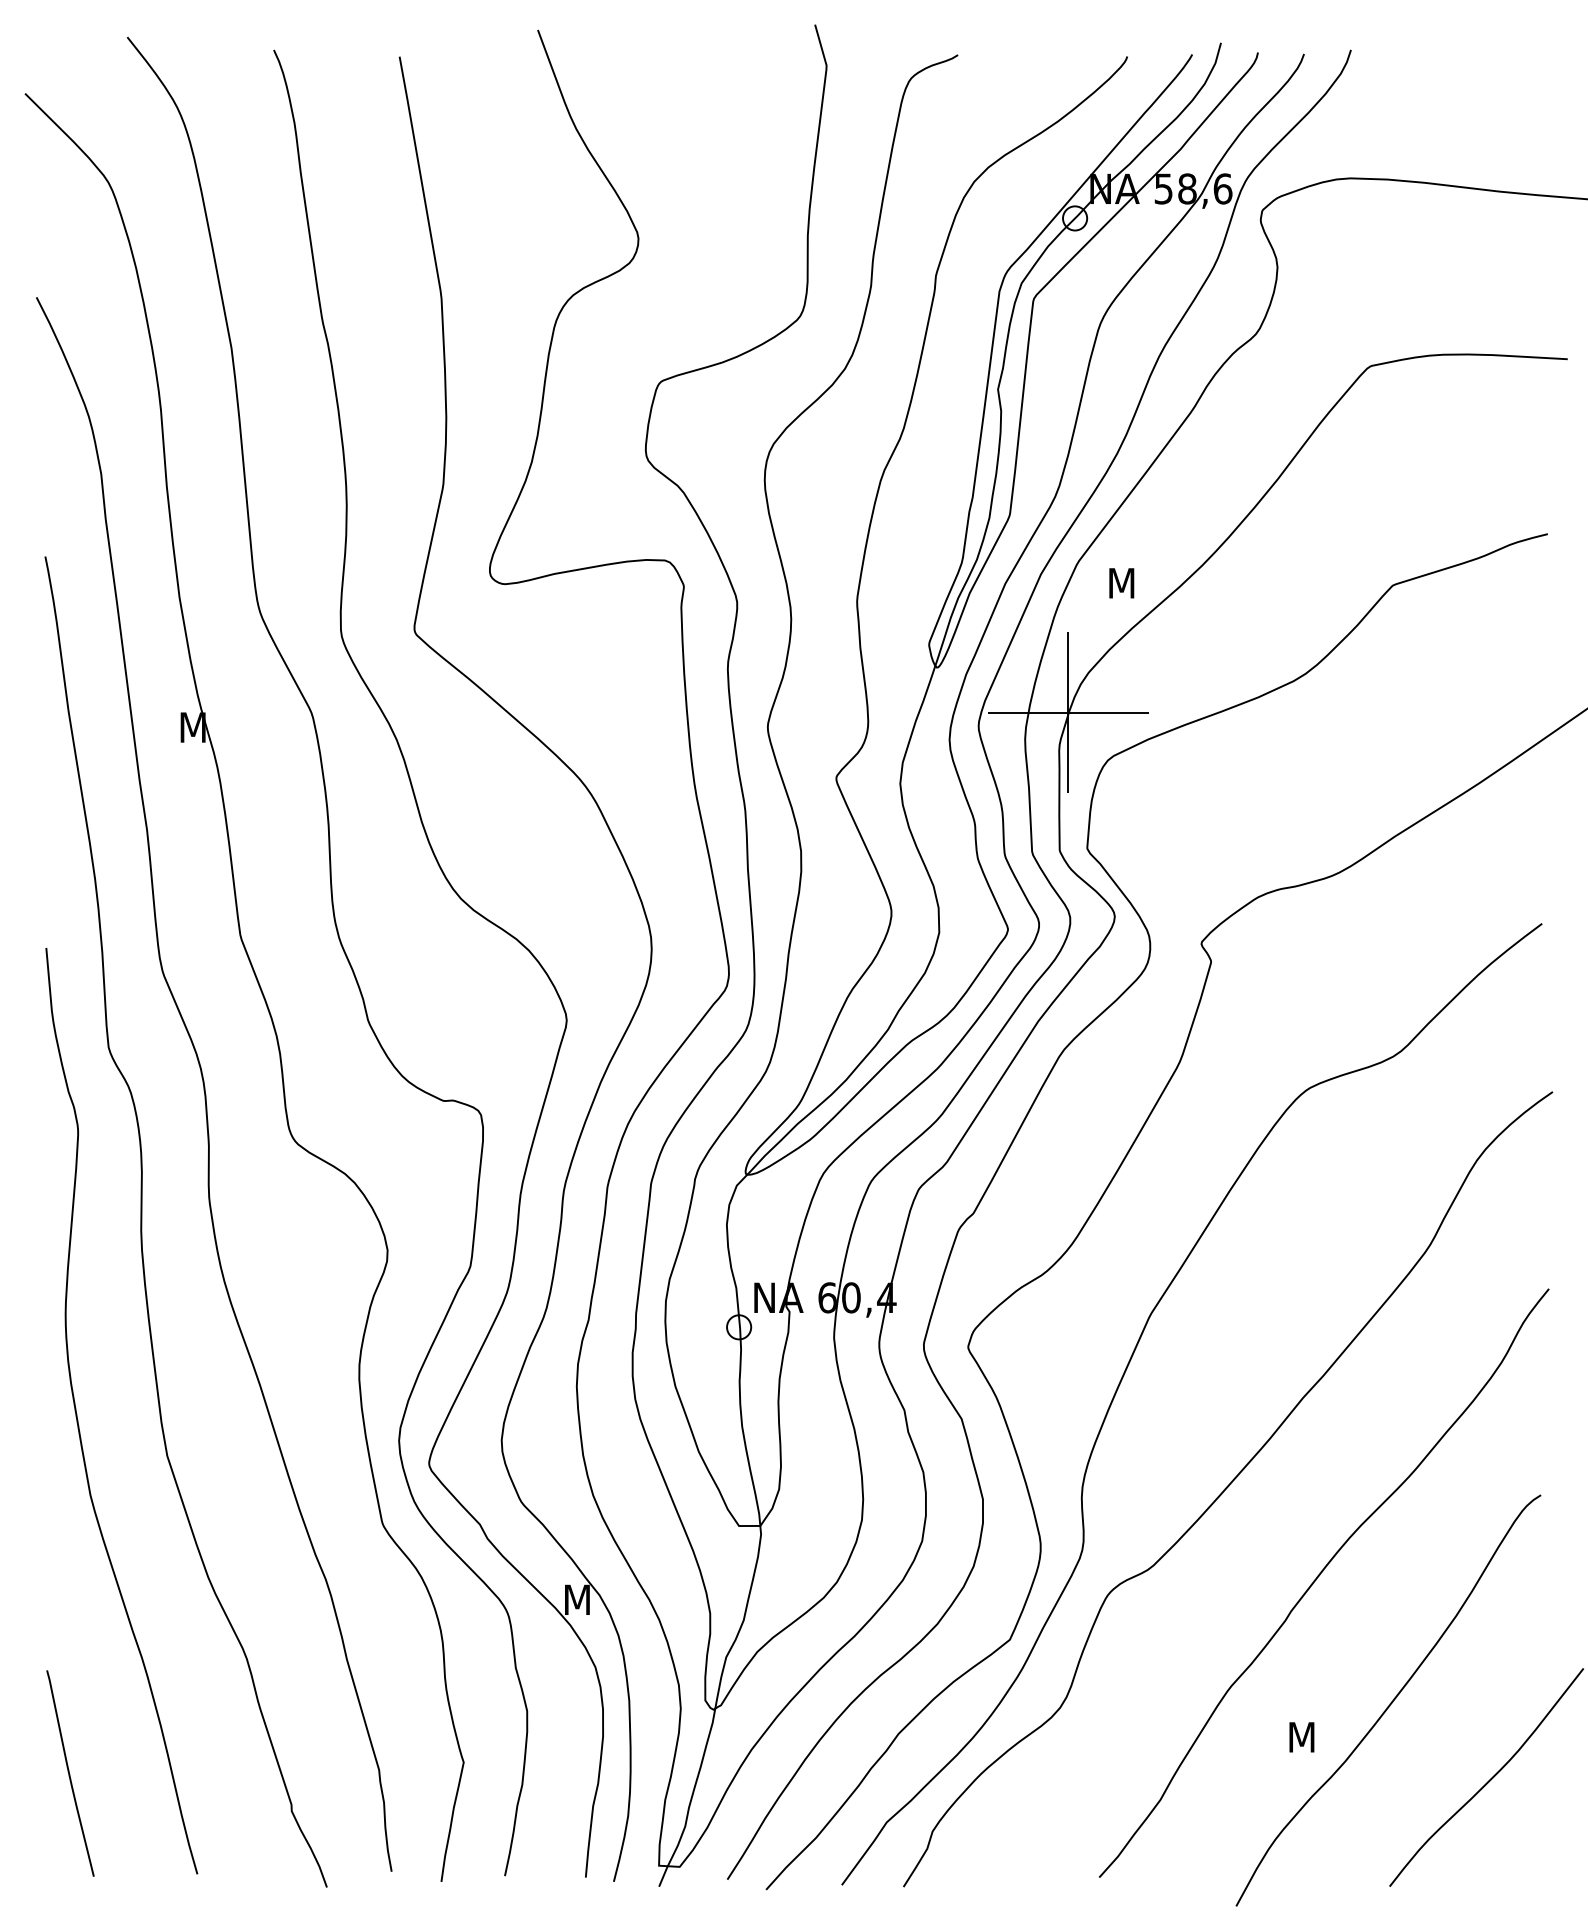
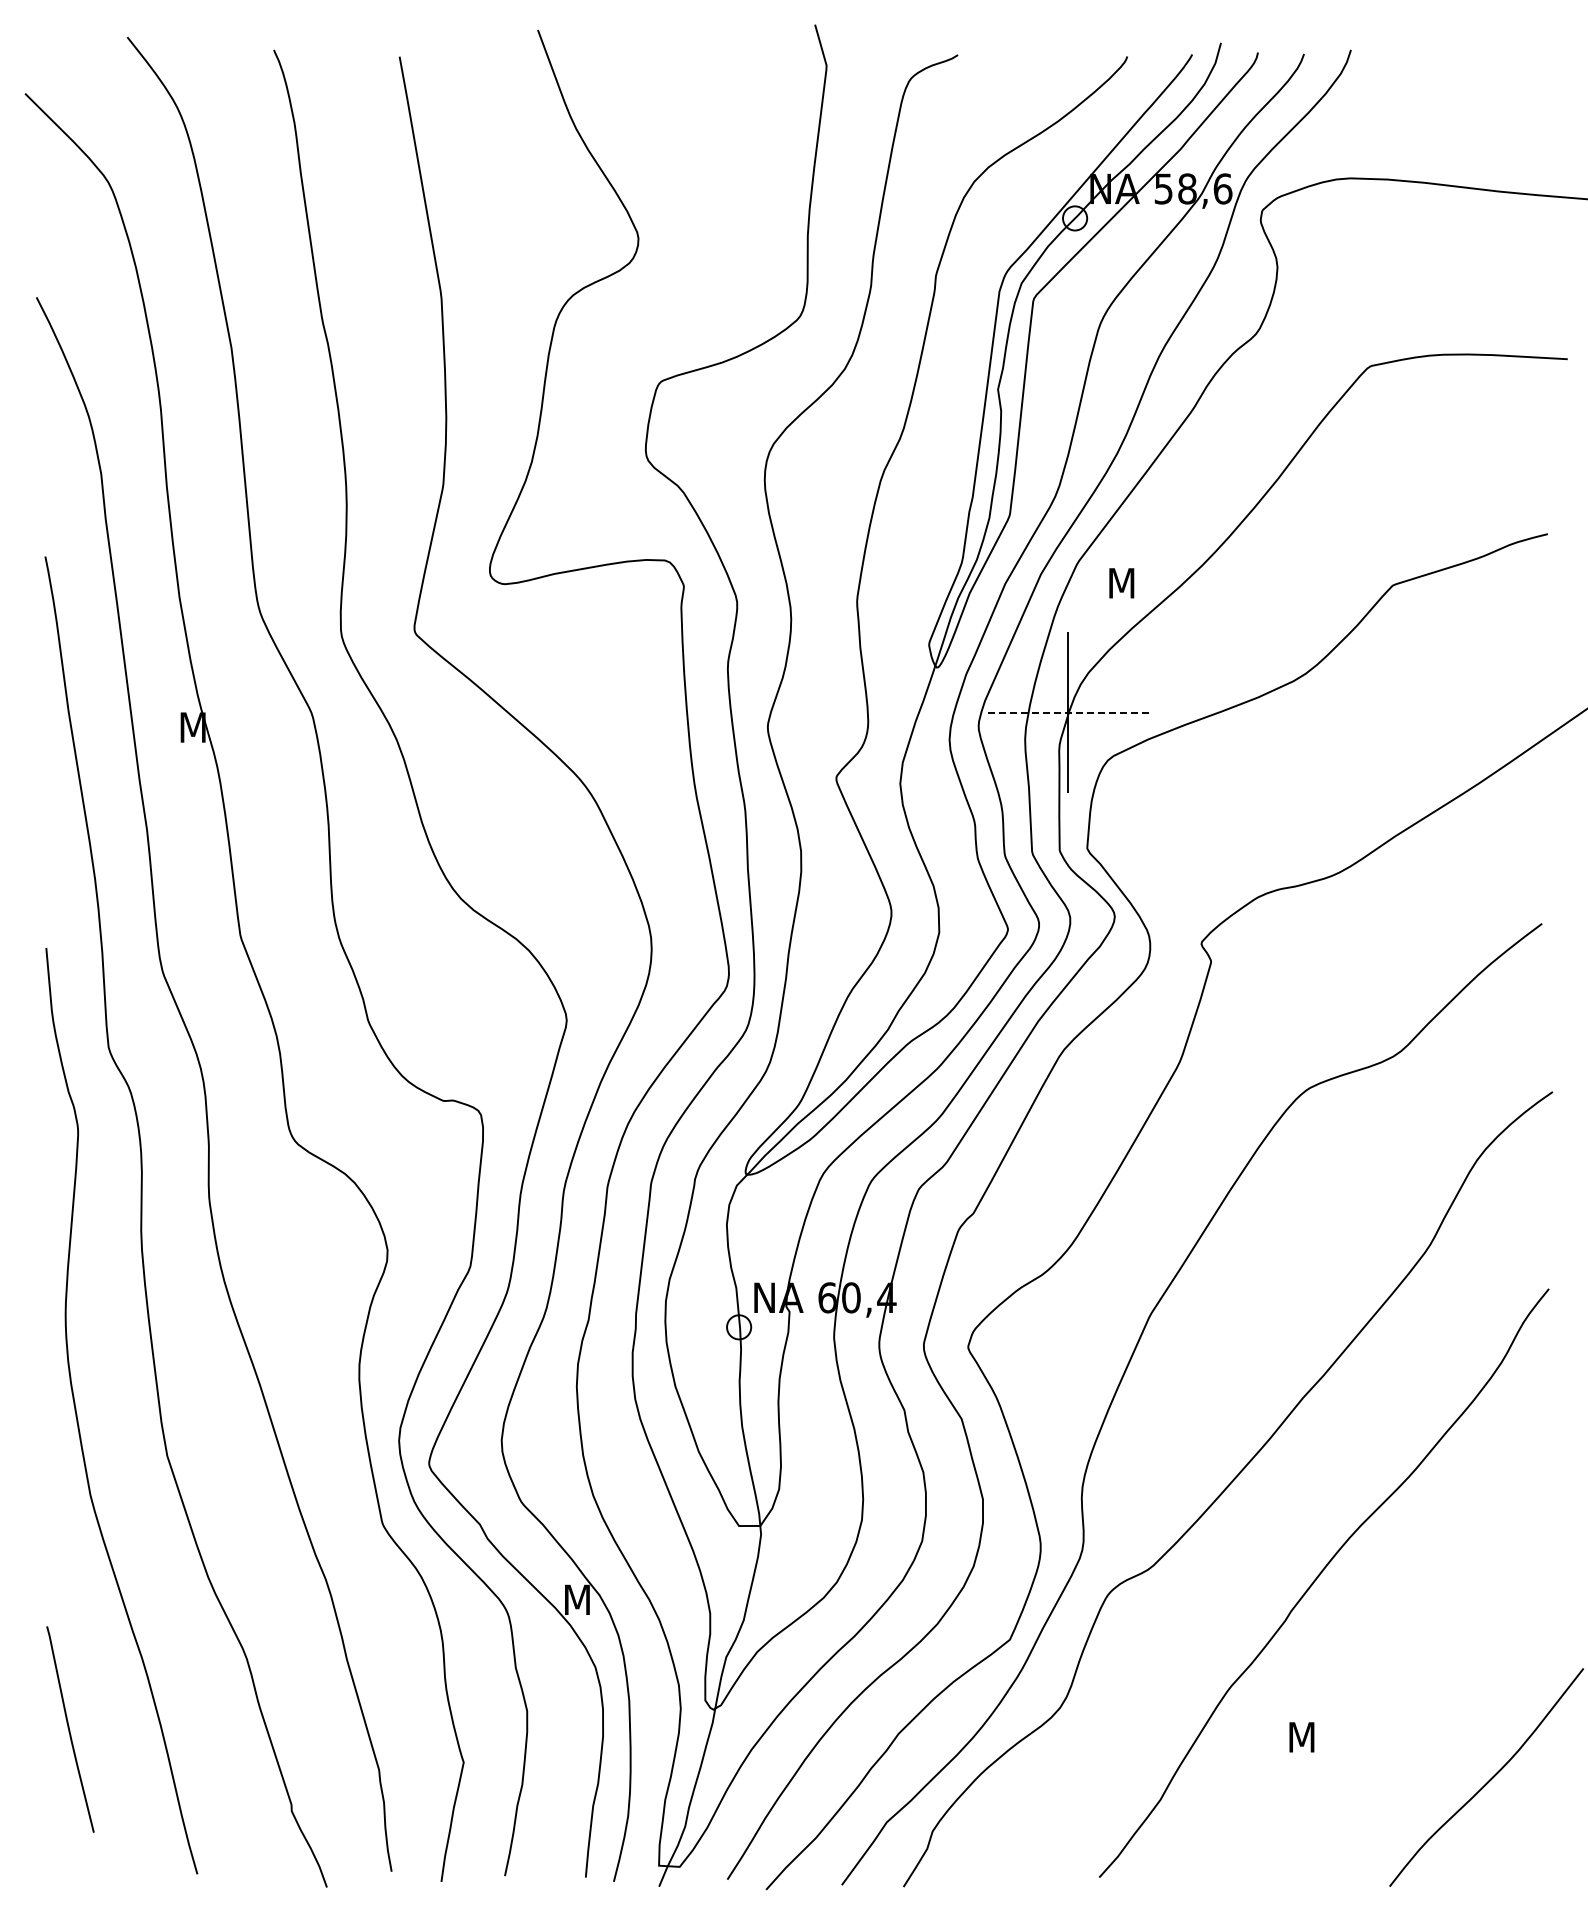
line at (1068, 712): solid -> dashed
curve at (1390, 1702): present -> none
curve at (69, 1773) position: (69, 1773) -> (69, 1729)
